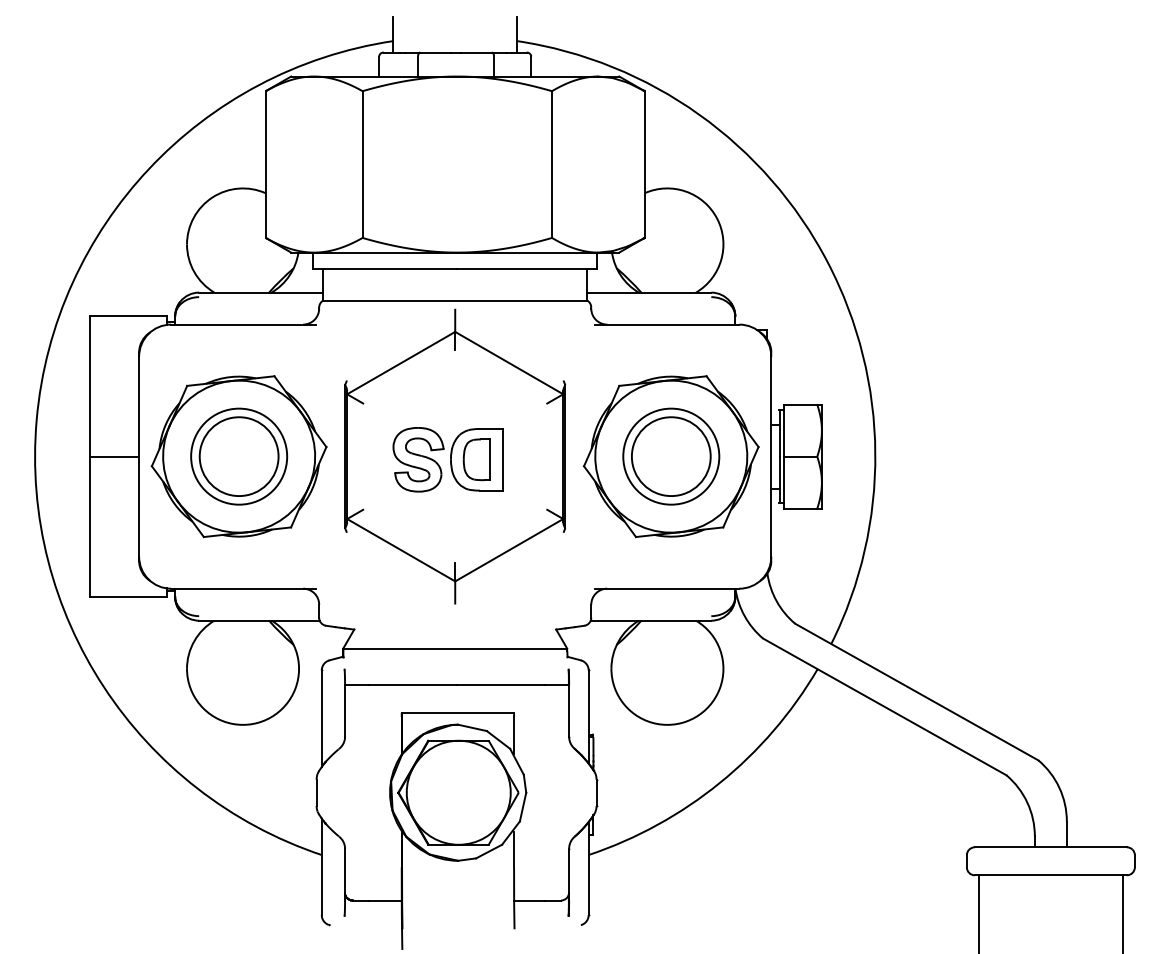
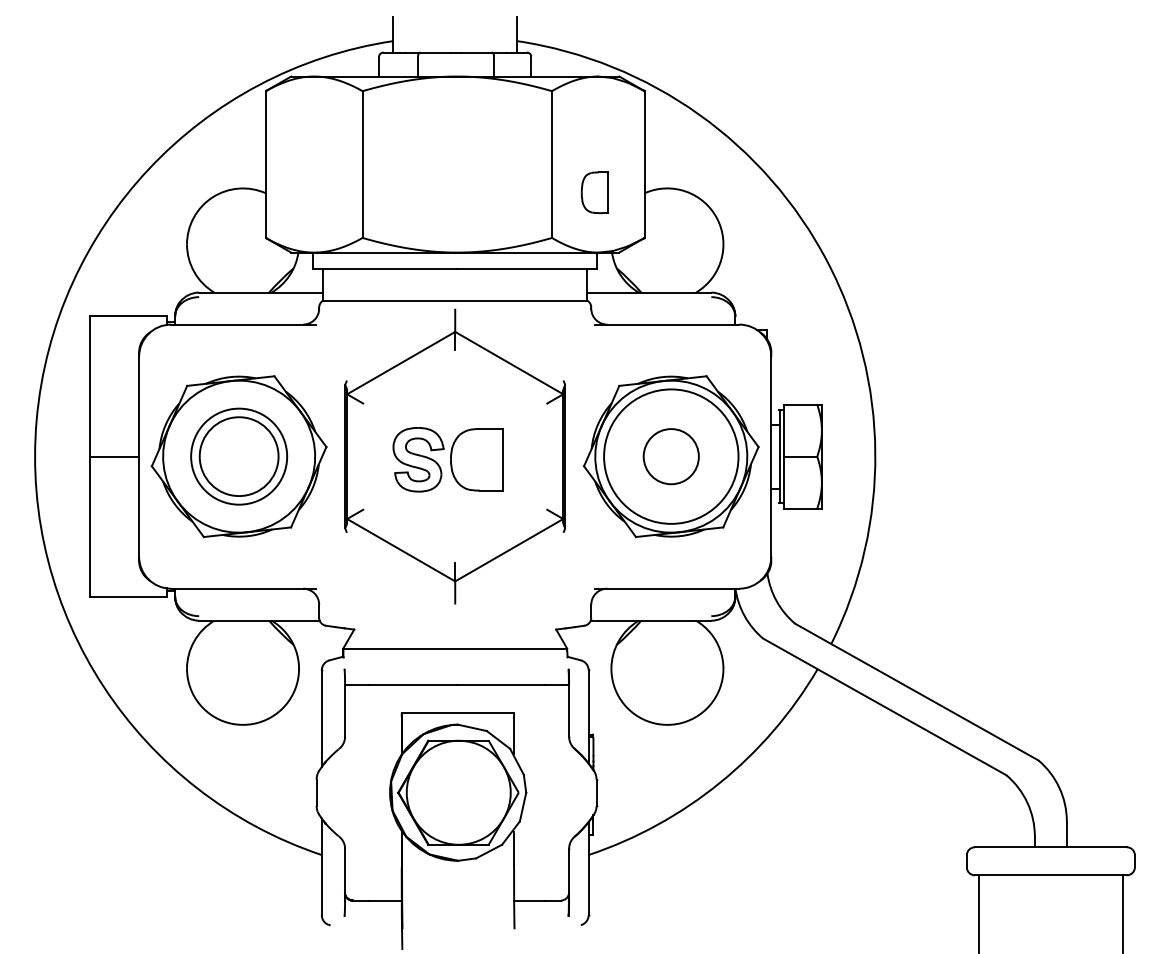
circle at (670, 456) diameter: 79 px -> 55 px
circle at (671, 456) diameter: 96 px -> 134 px
part at (476, 459) position: (476, 459) -> (594, 192)
